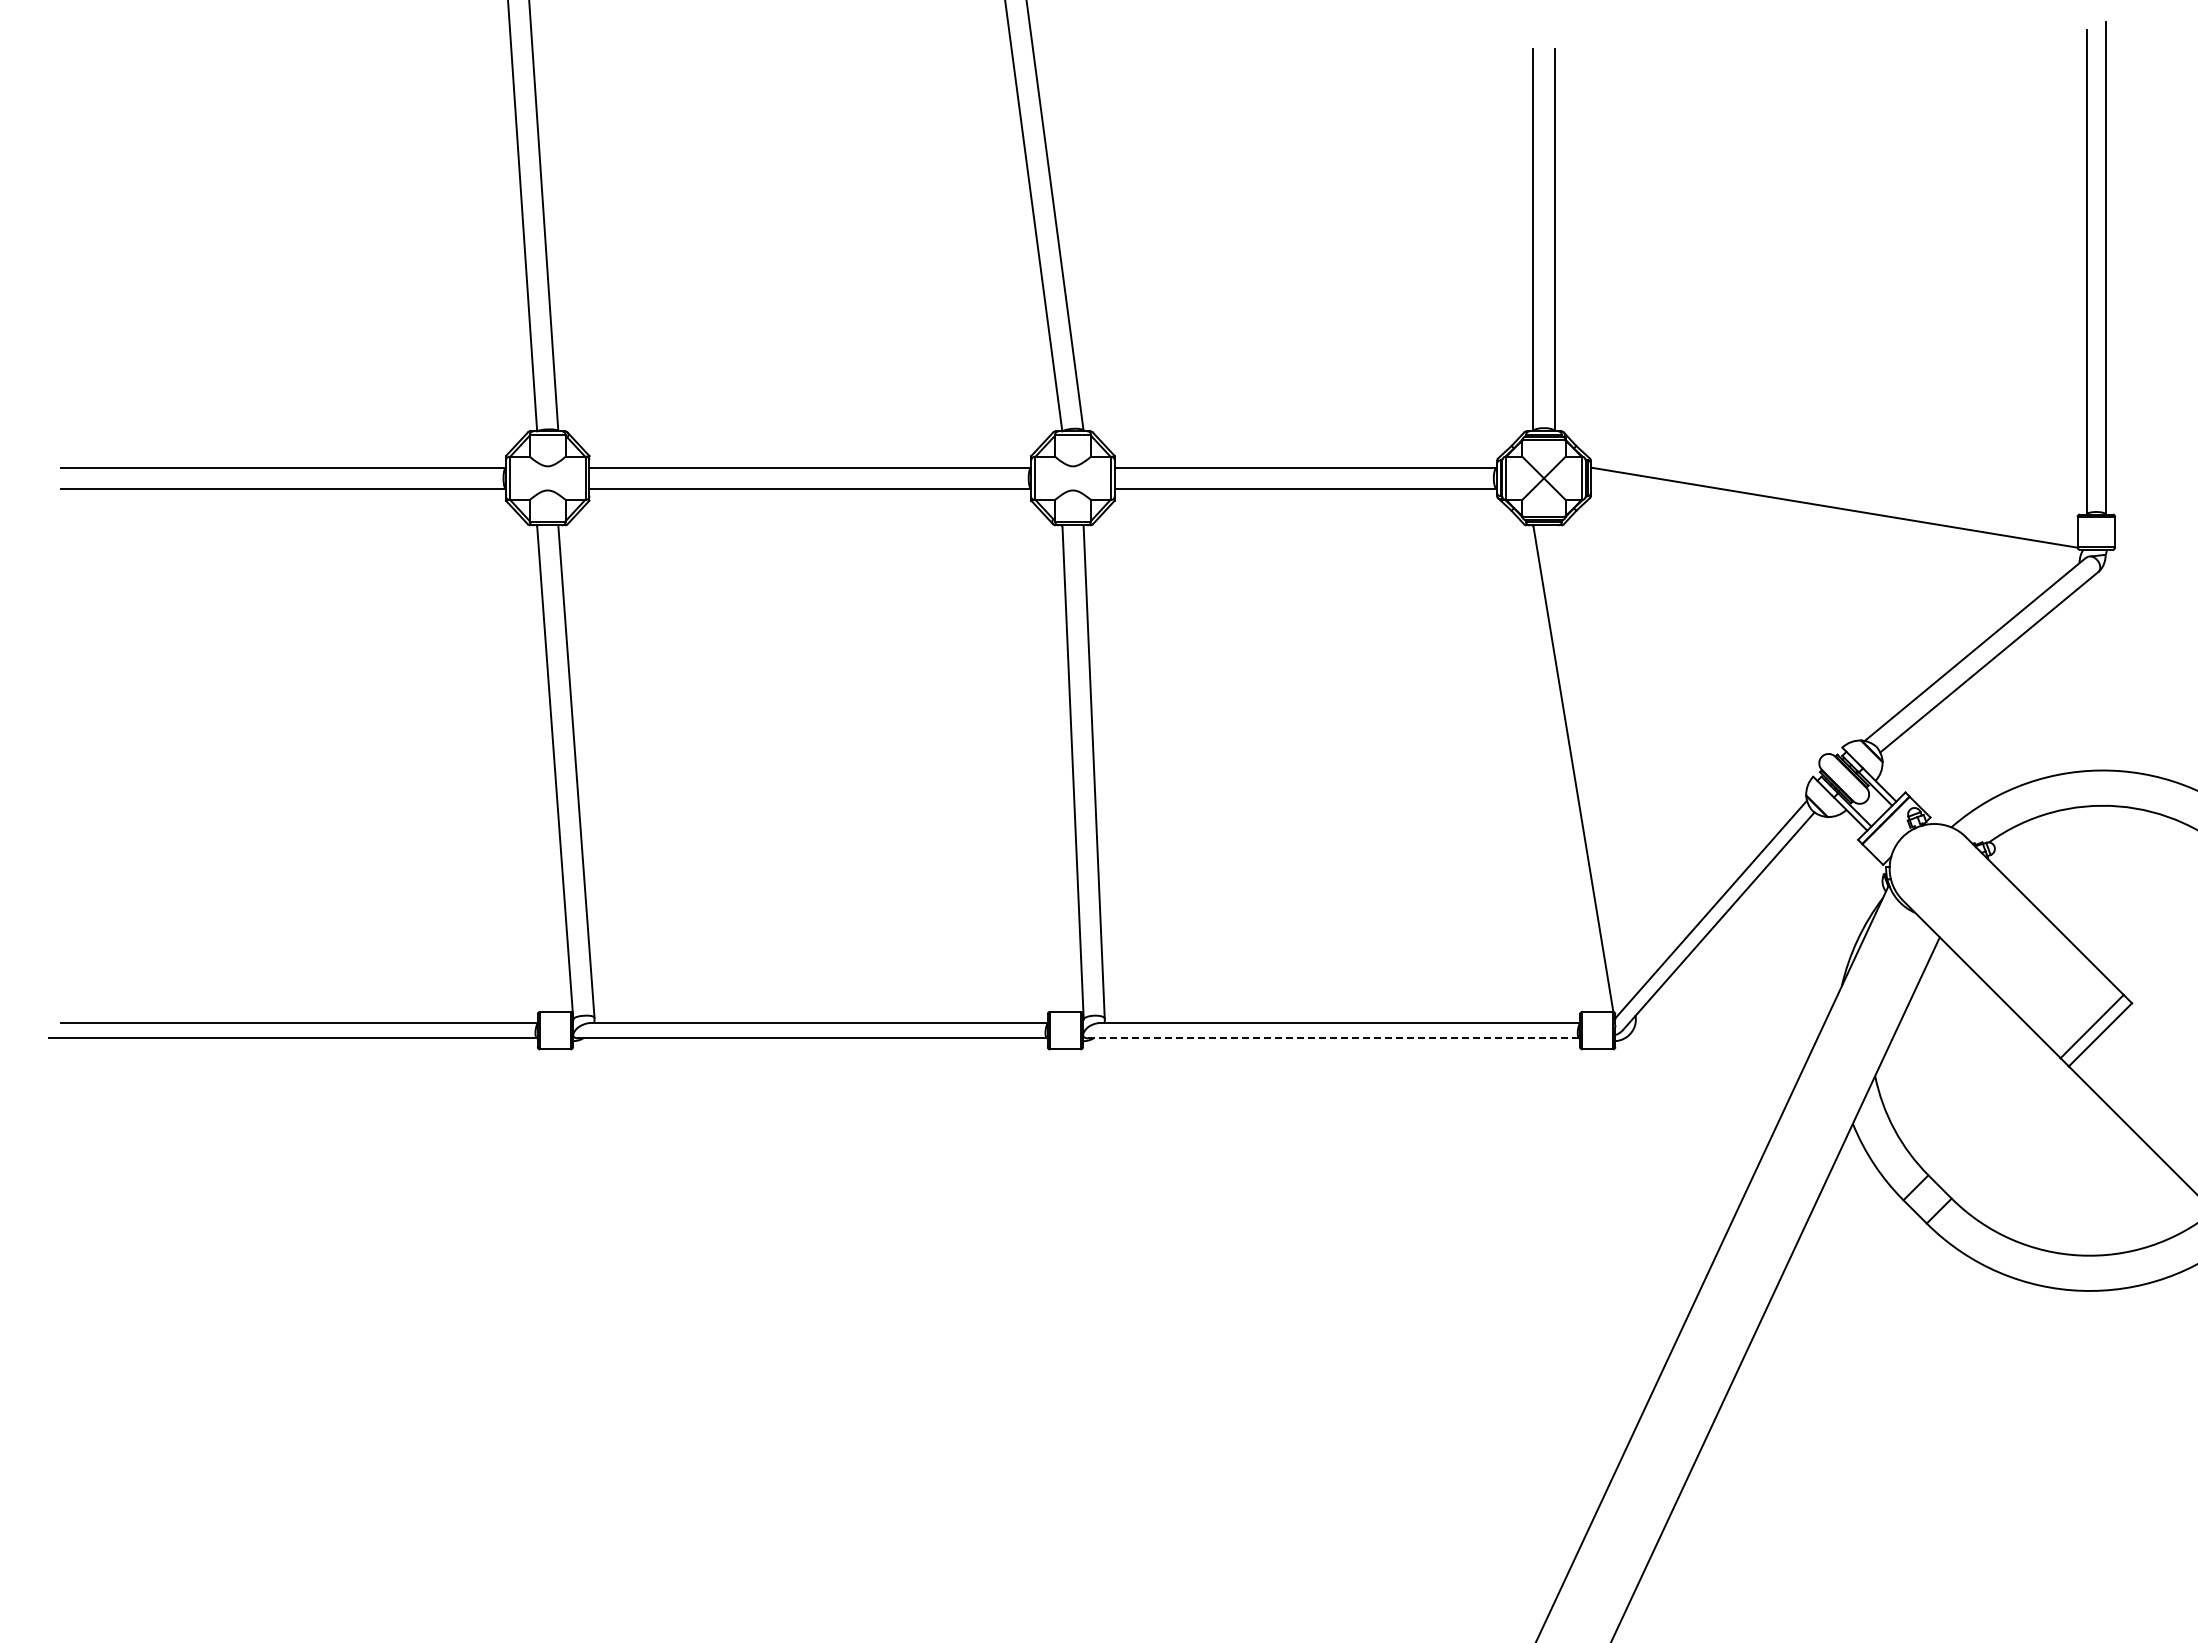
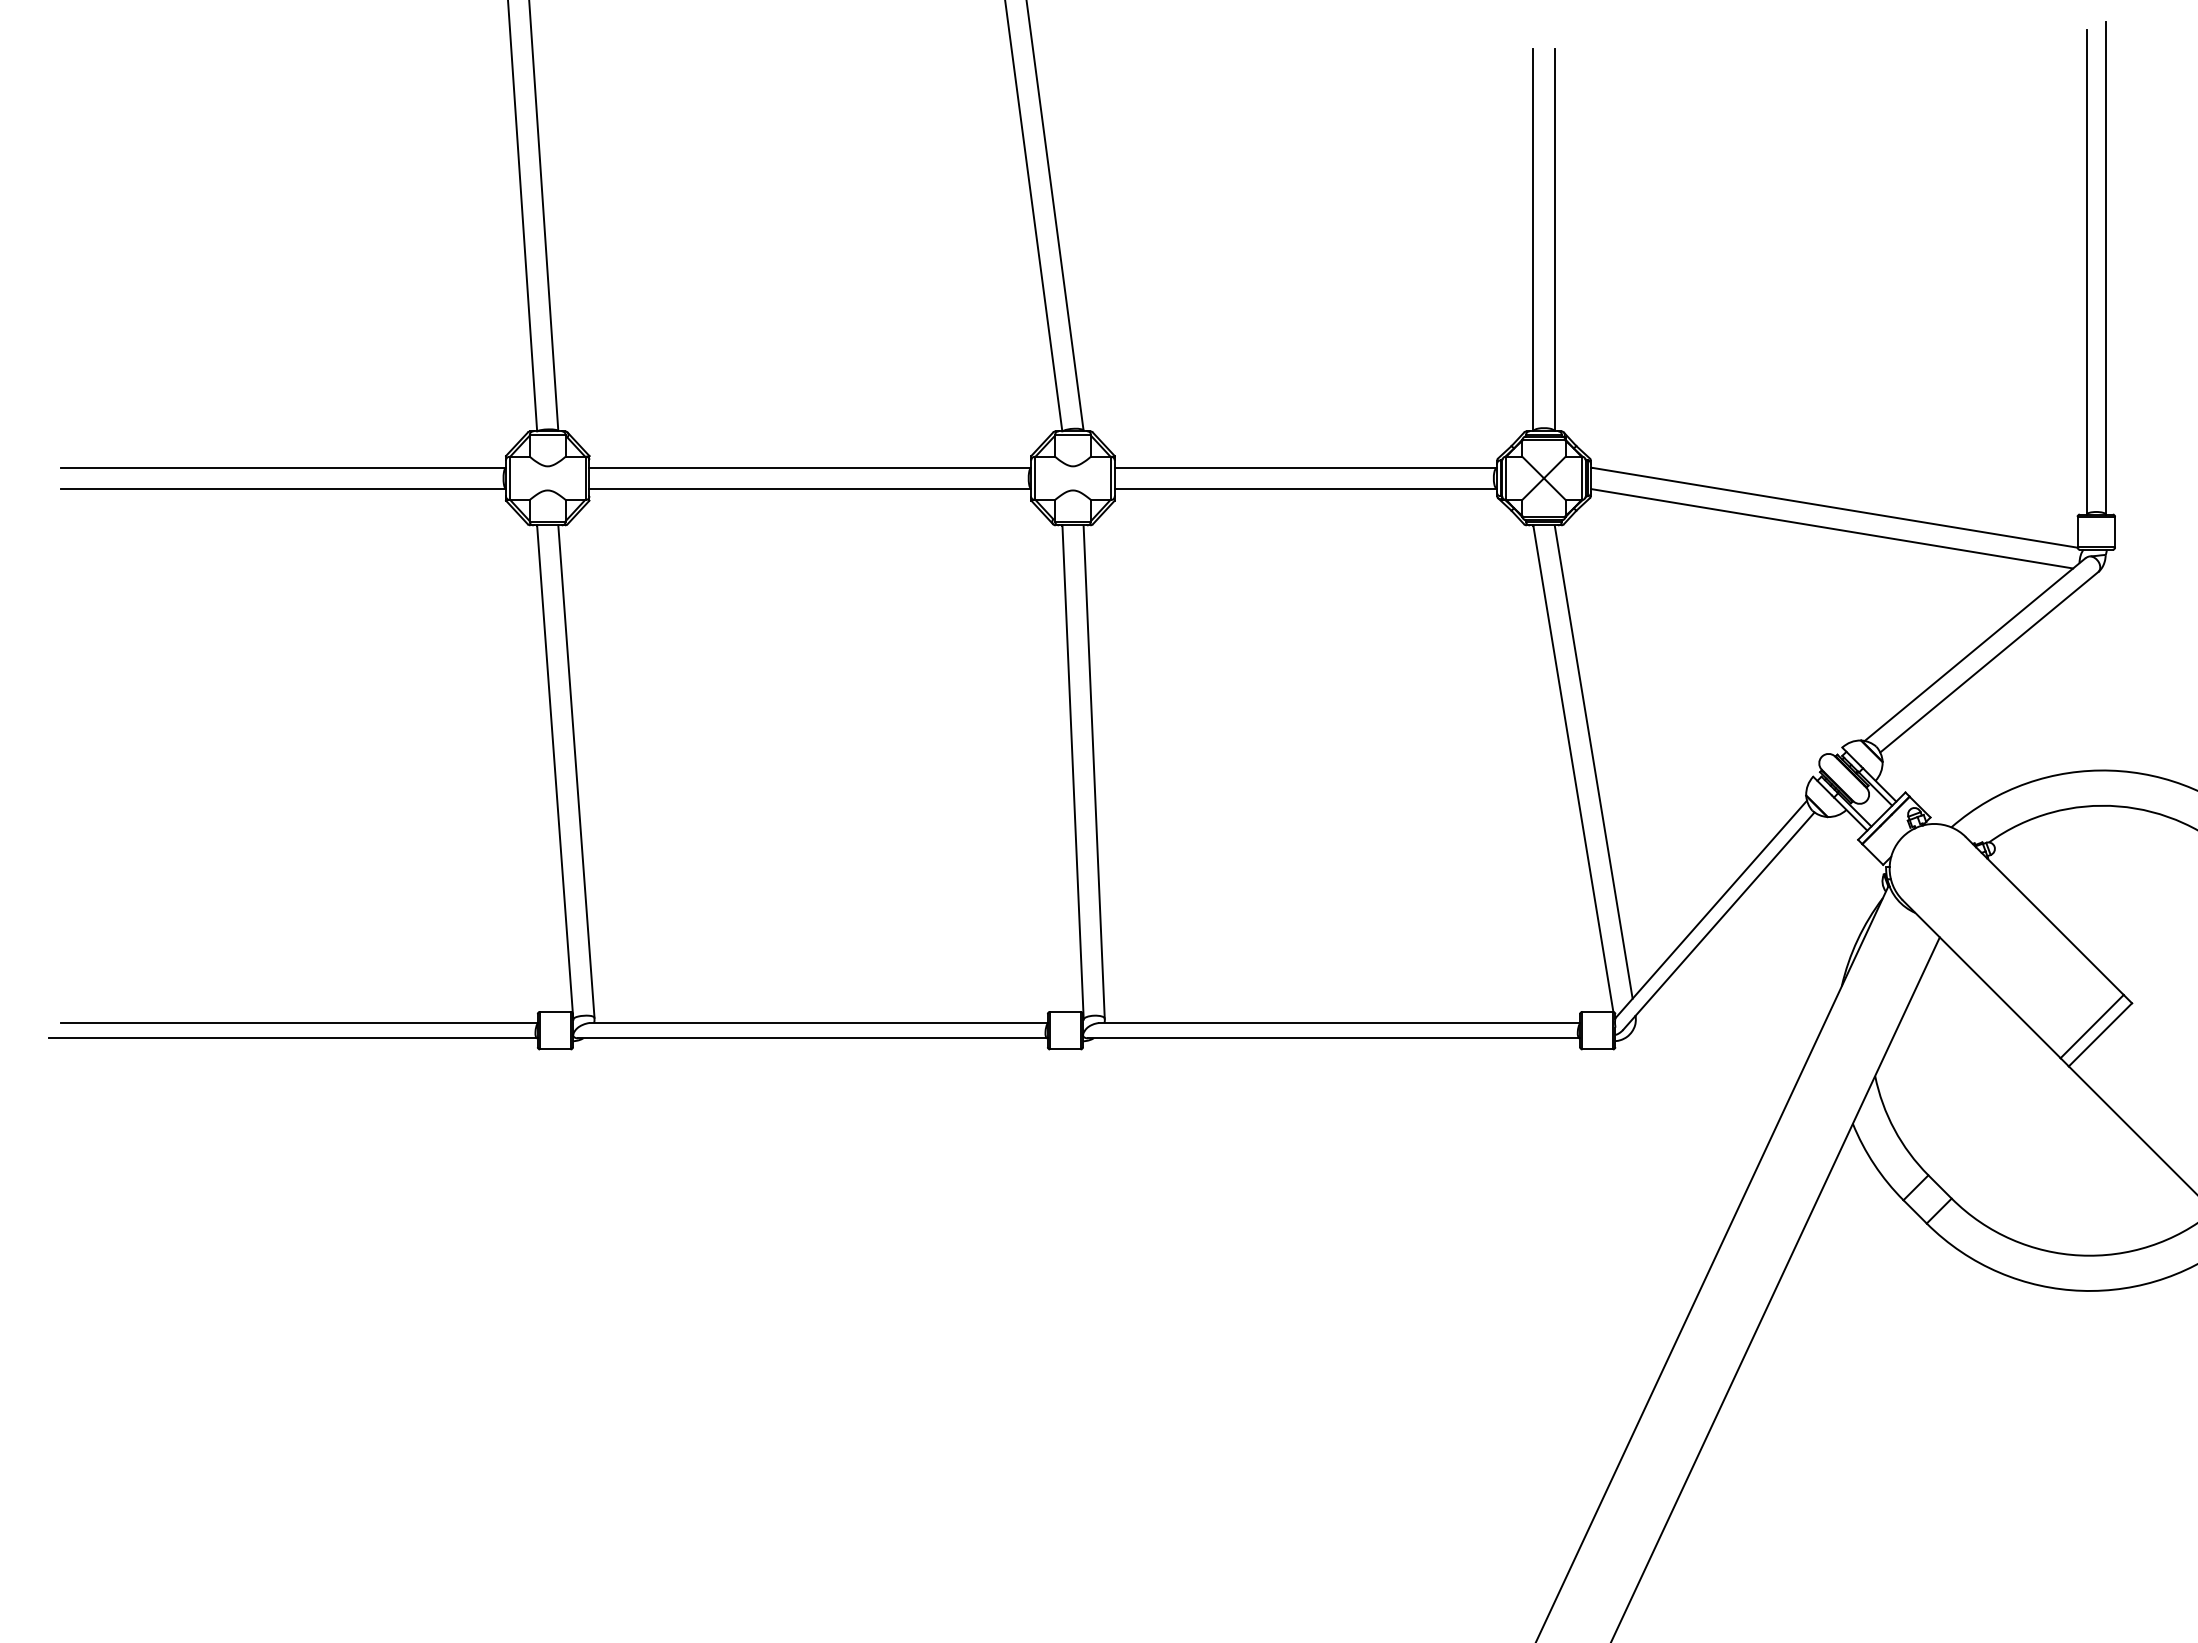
line at (1832, 528): none -> present
line at (1593, 761): none -> present
line at (1333, 1038): dashed -> solid
